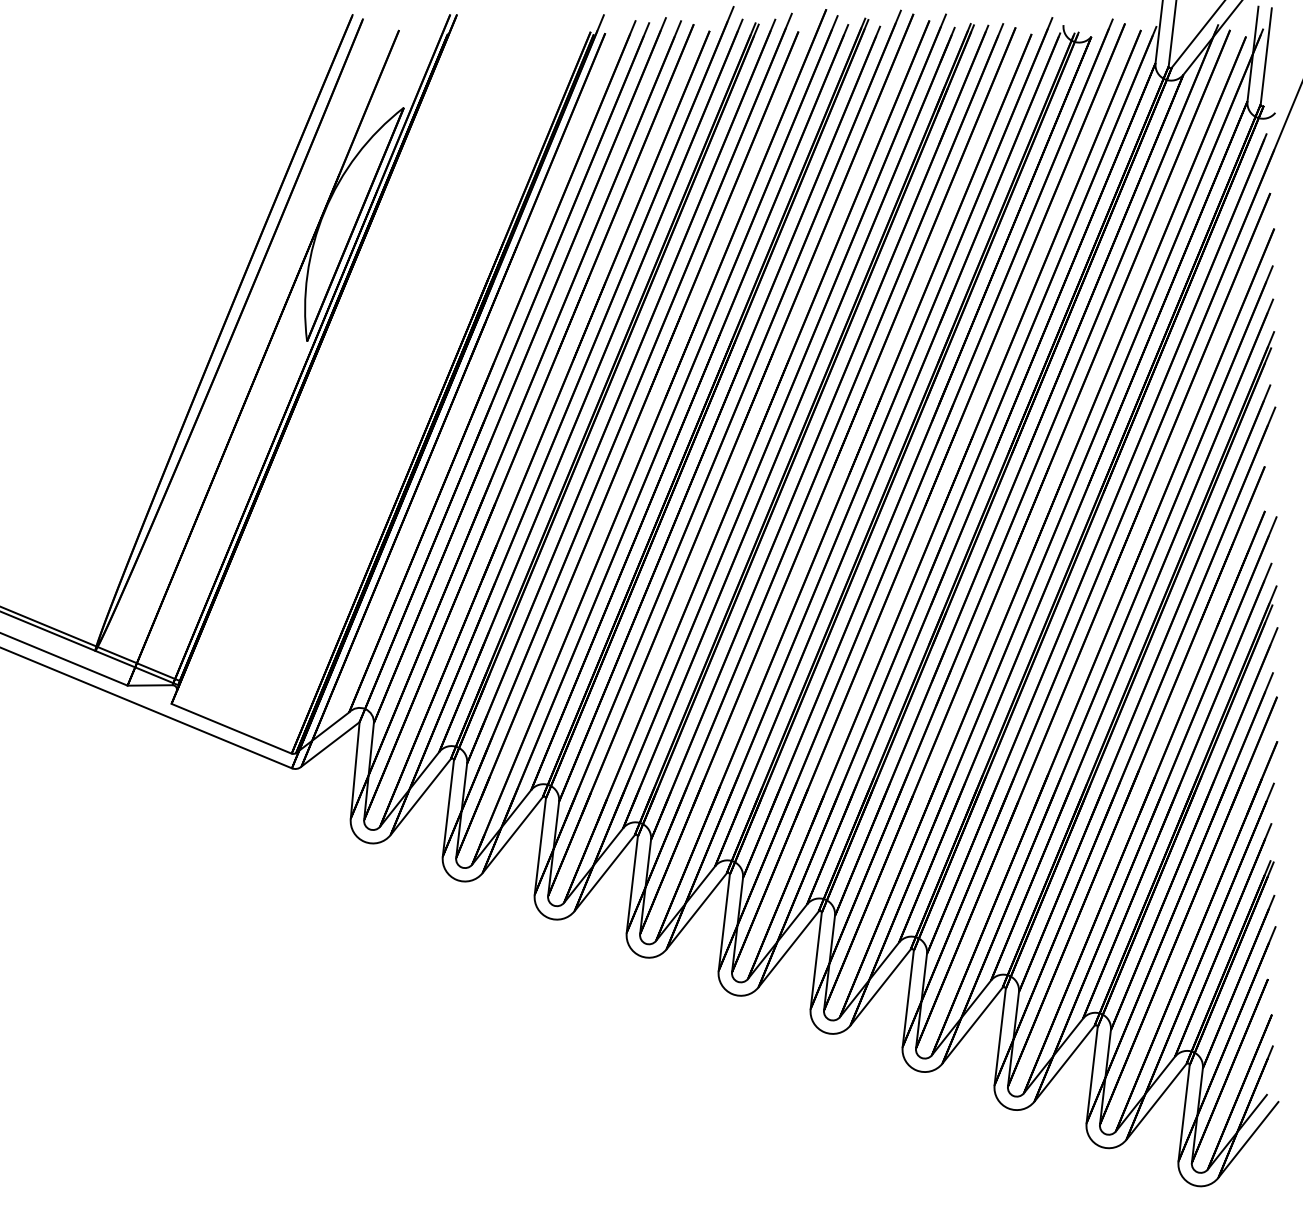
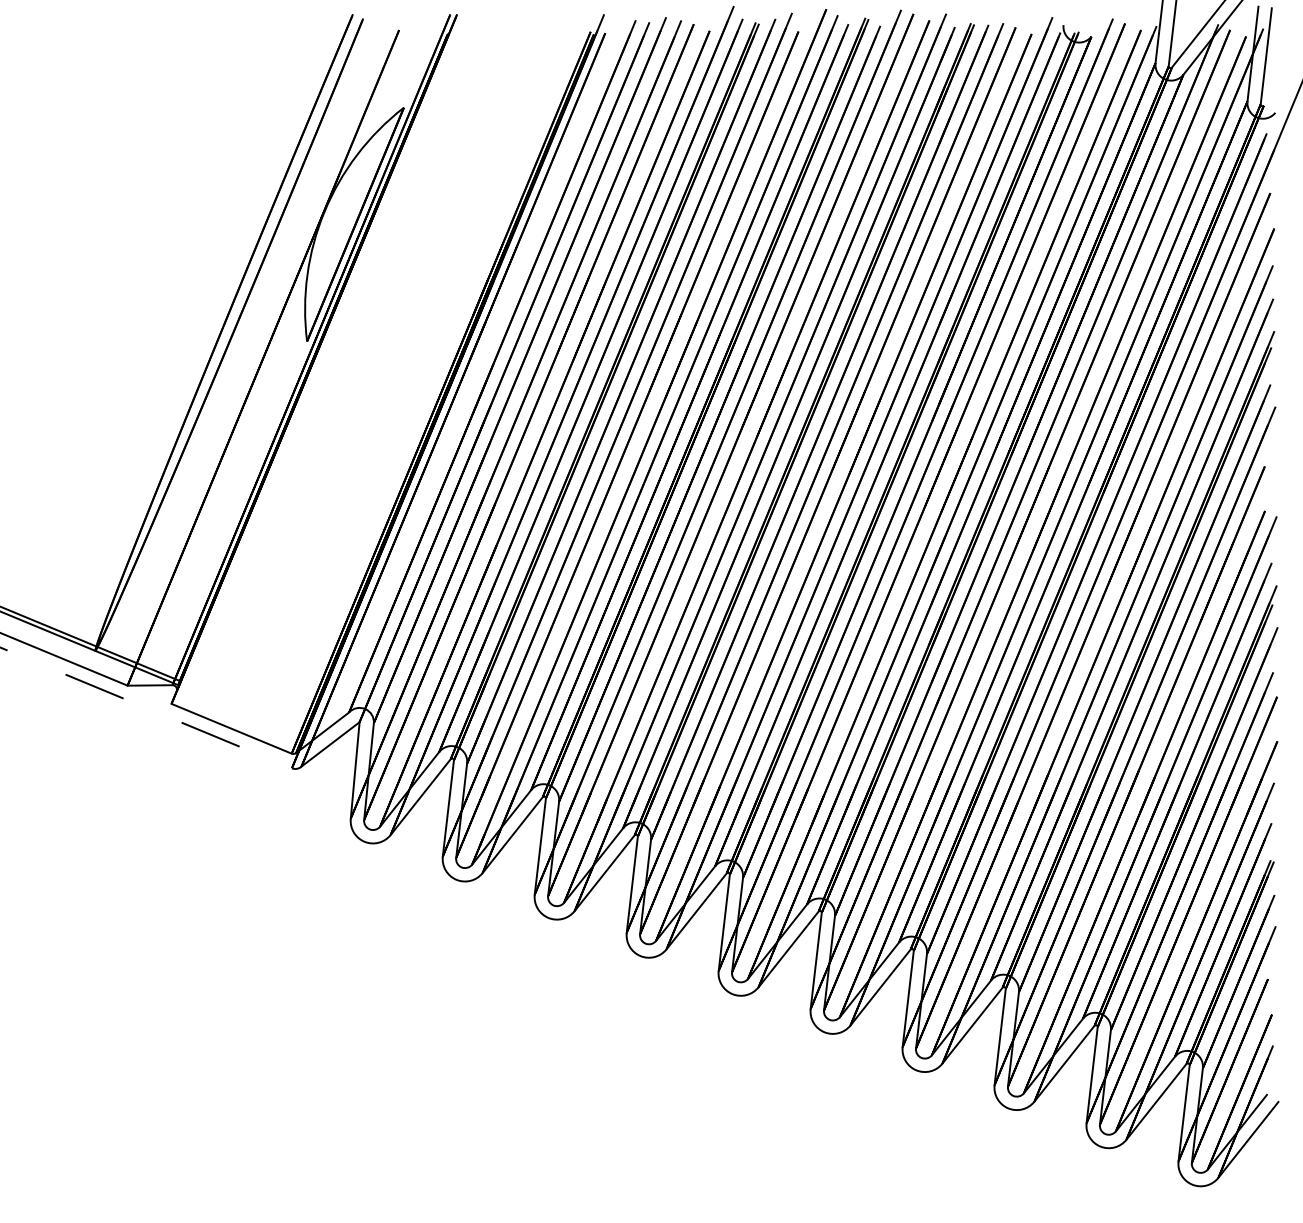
line at (146, 707): solid -> dashed
